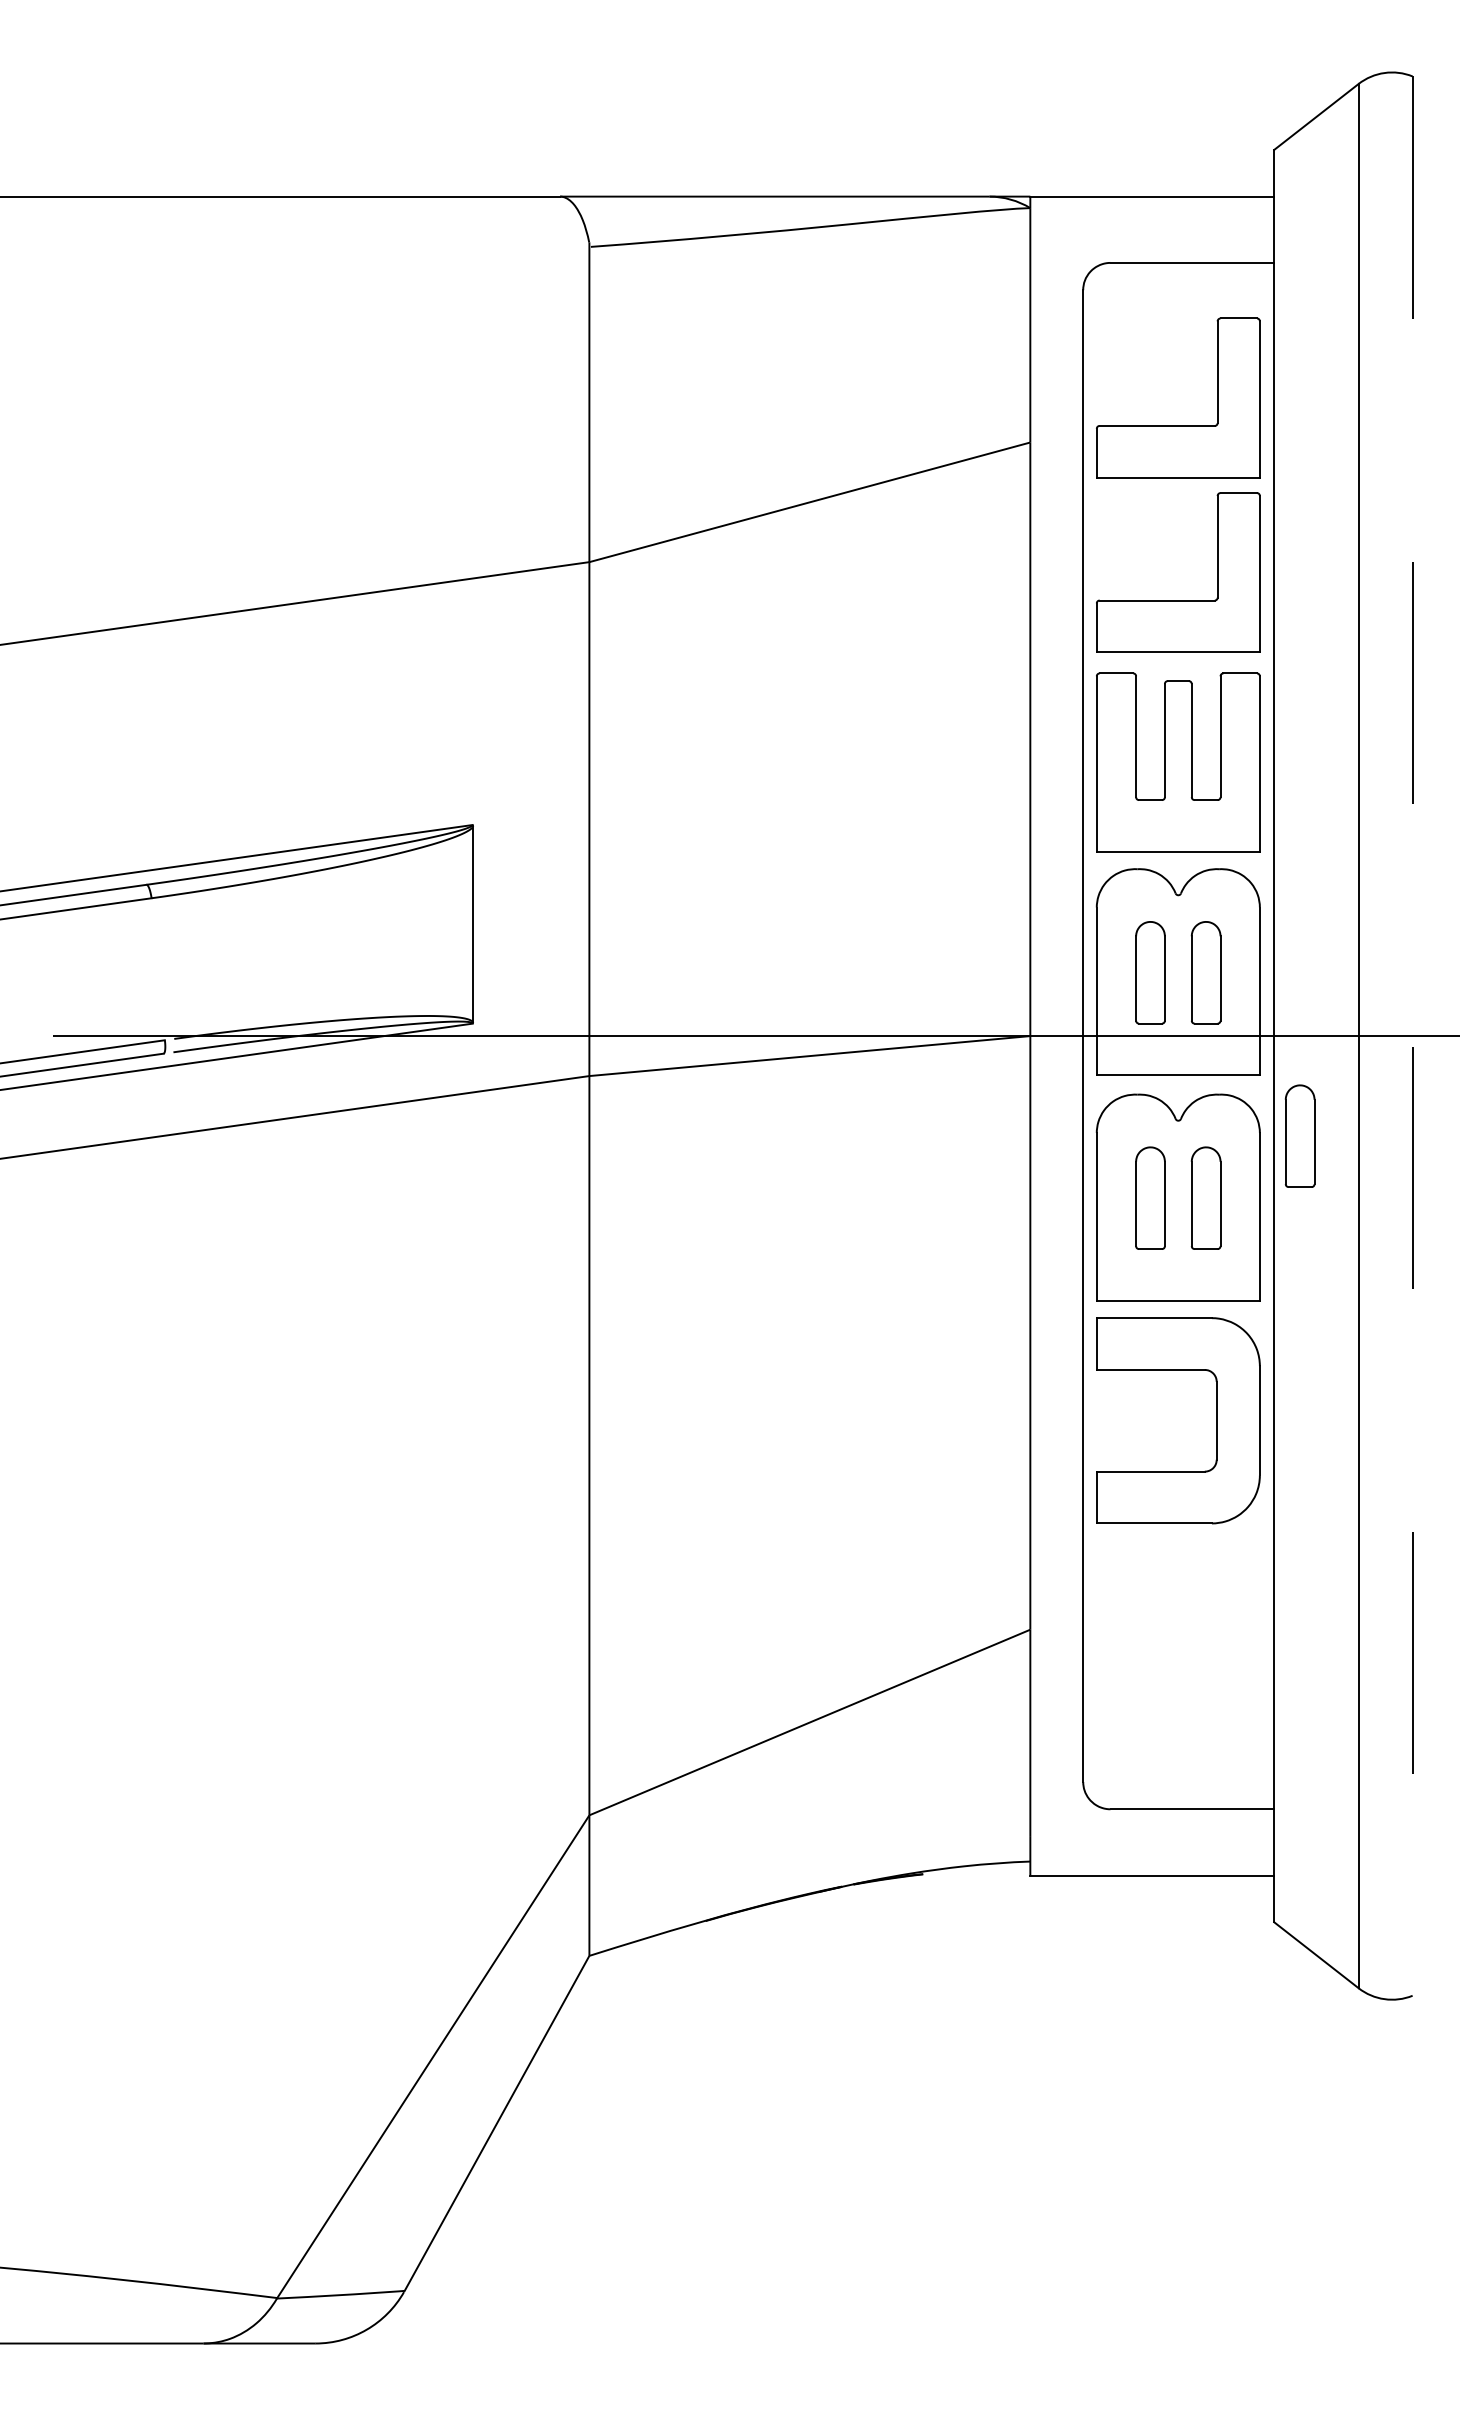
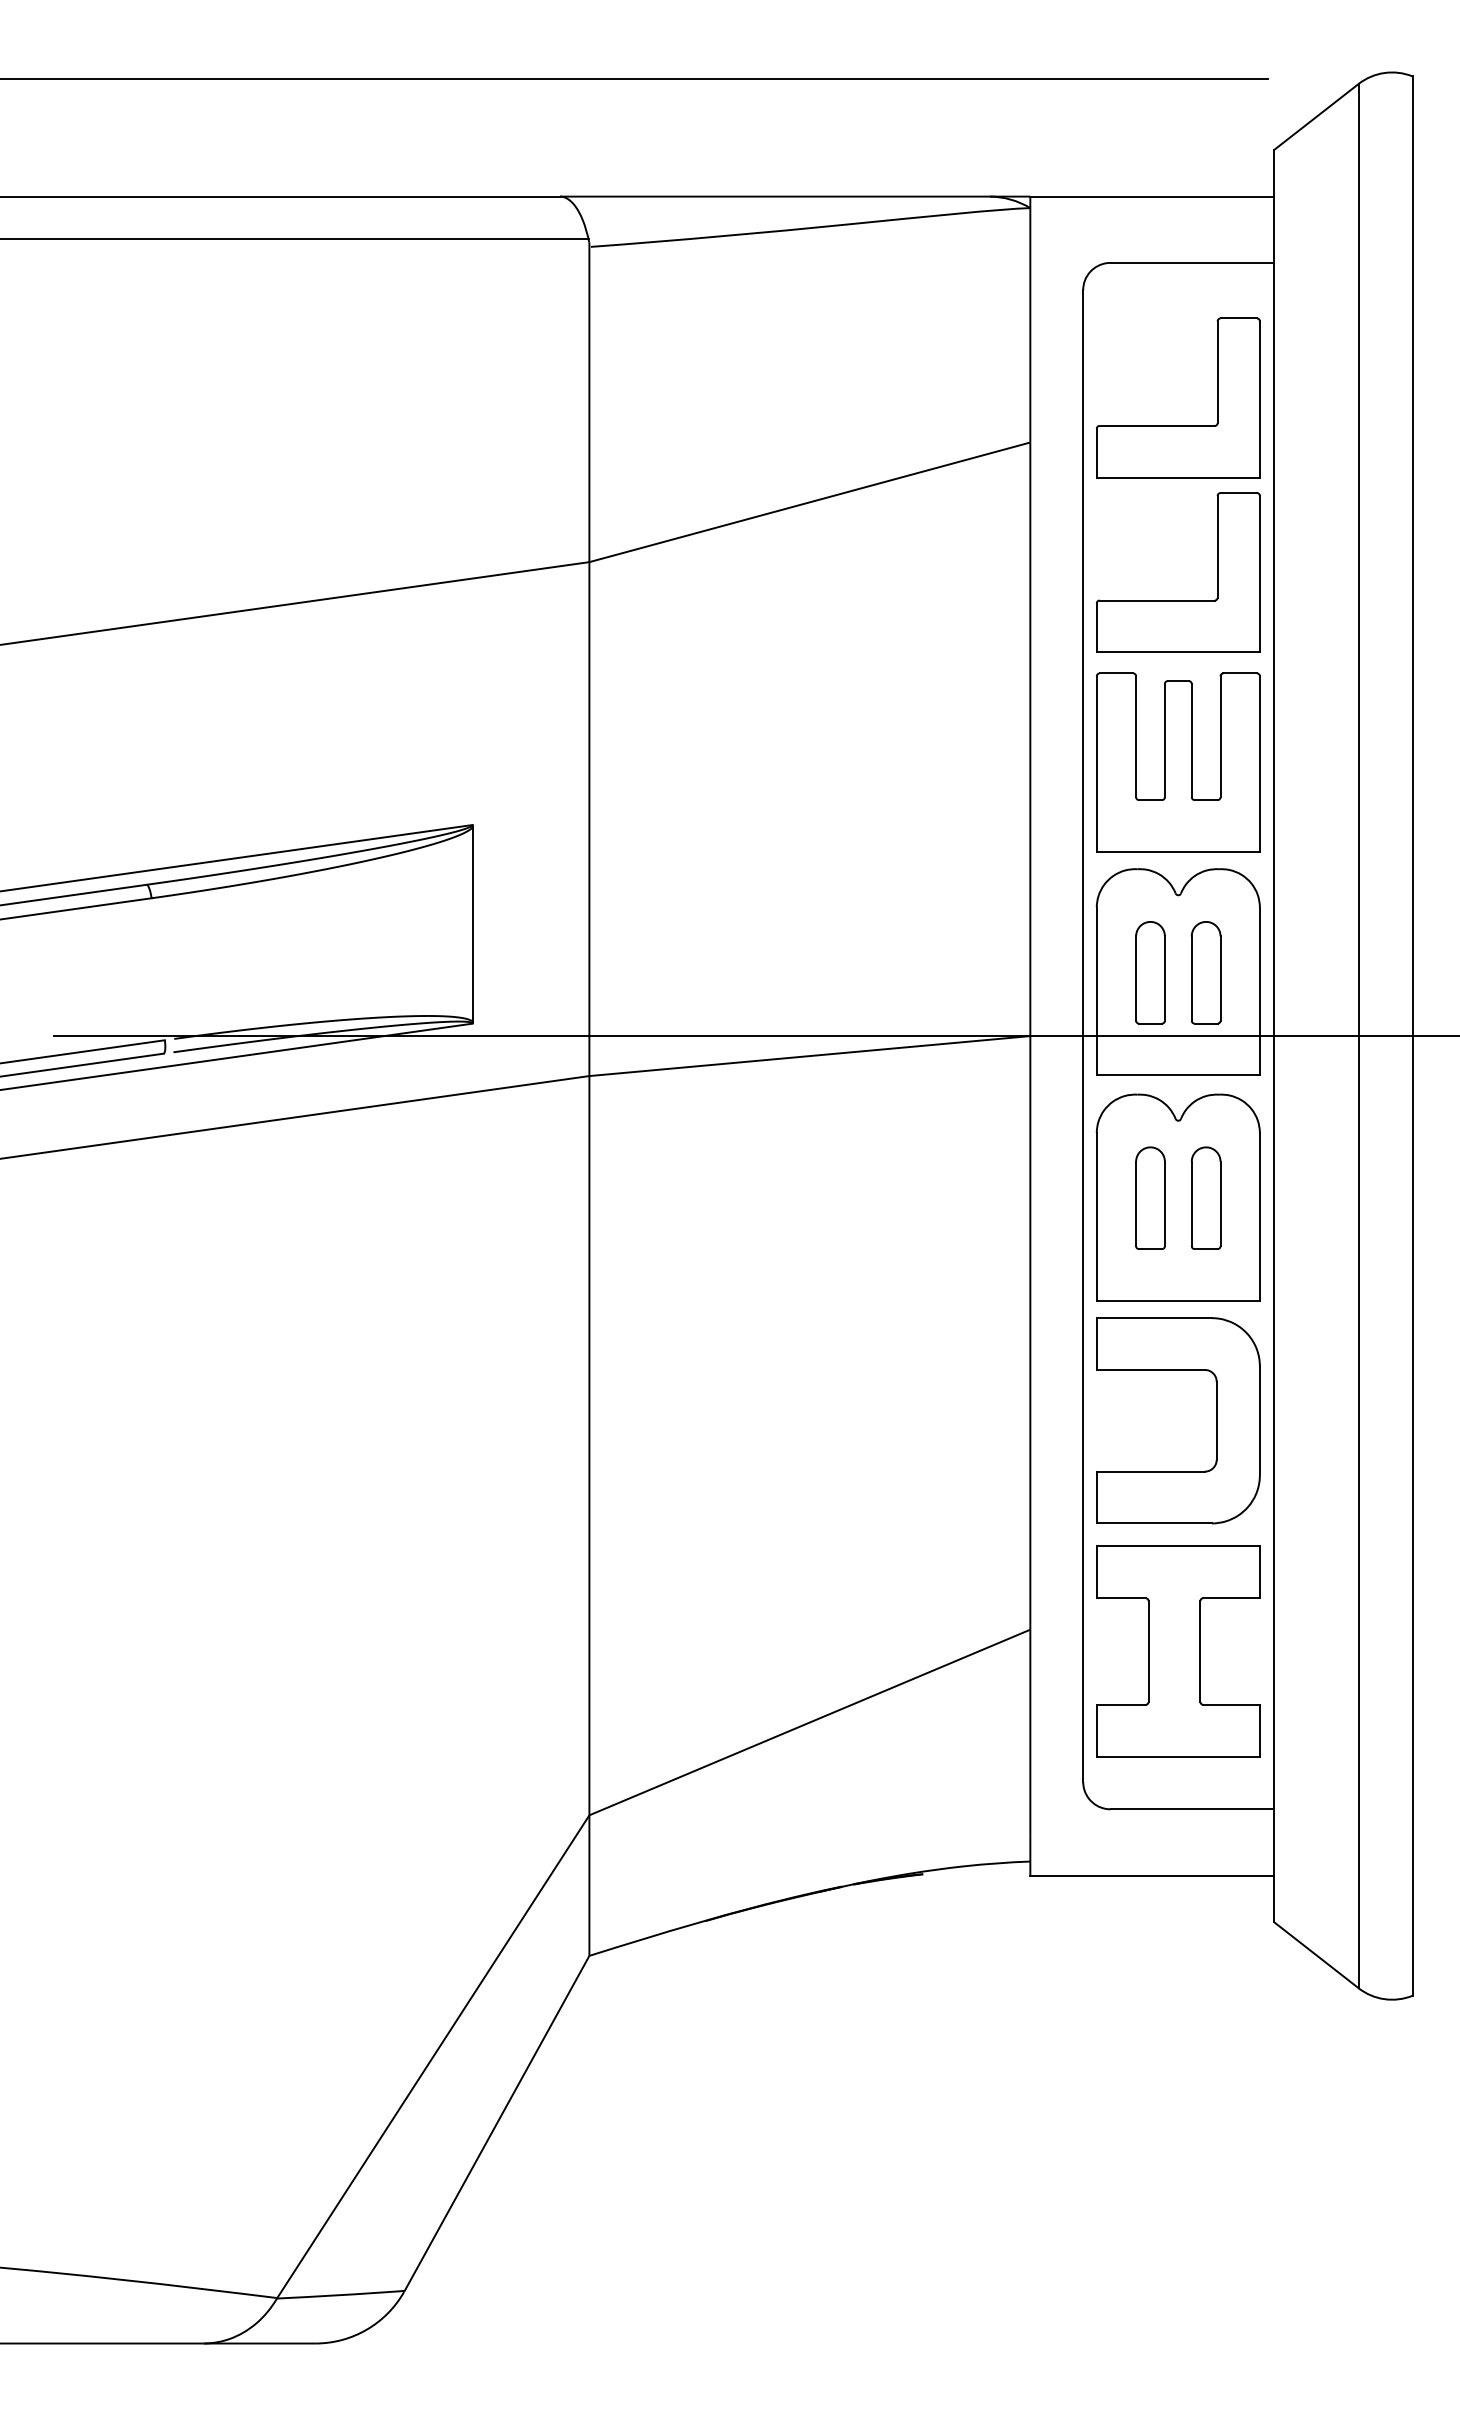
line at (635, 79): none -> present
line at (295, 239): none -> present
line at (1412, 1036): dashed -> solid
part at (1299, 1135): present -> none
part at (1178, 1651): none -> present
